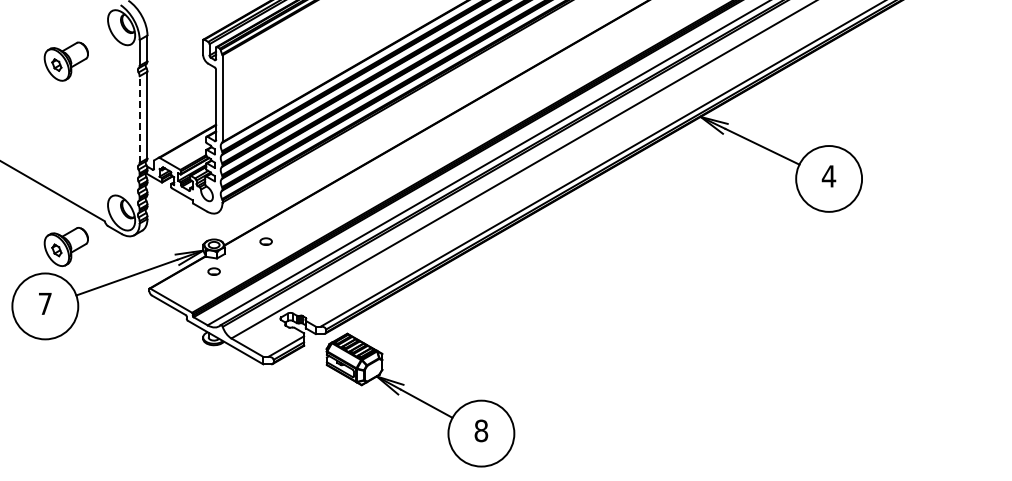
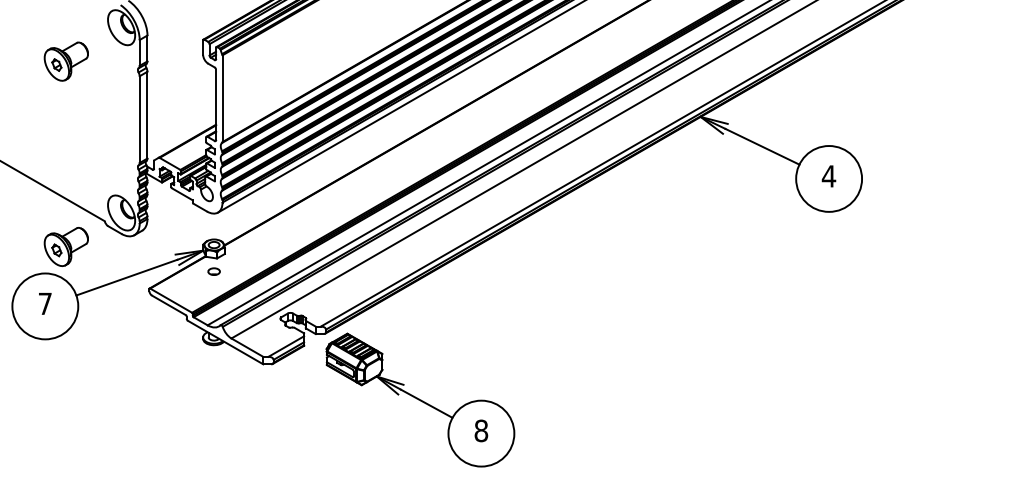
line at (399, 107): none -> present
line at (139, 119): dashed -> solid
part at (265, 241): present -> none
